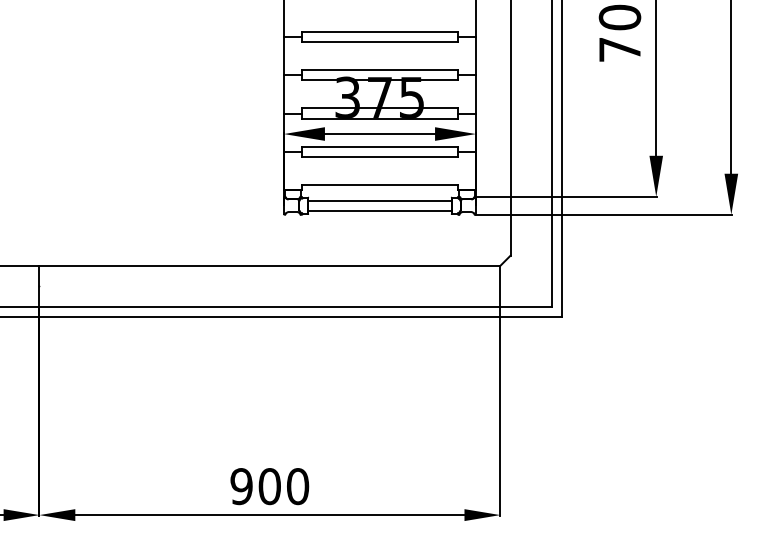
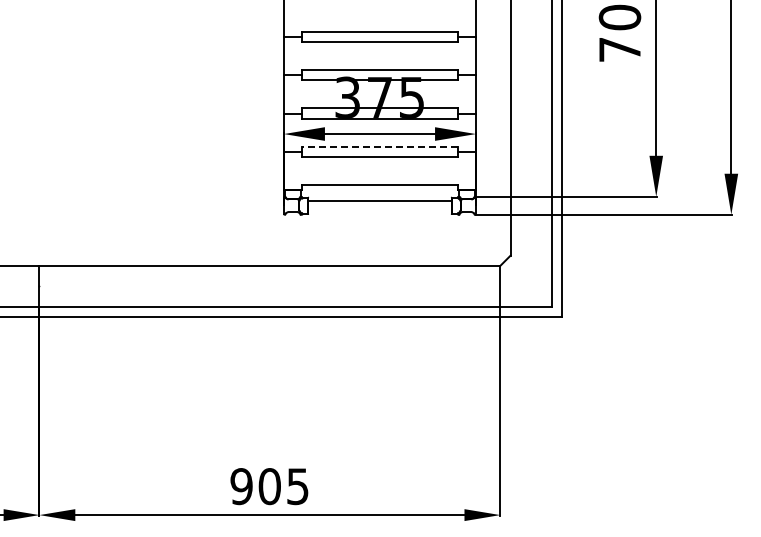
line at (379, 146): solid -> dashed
line at (379, 210): present -> none
text at (298, 486): 900 -> 905
